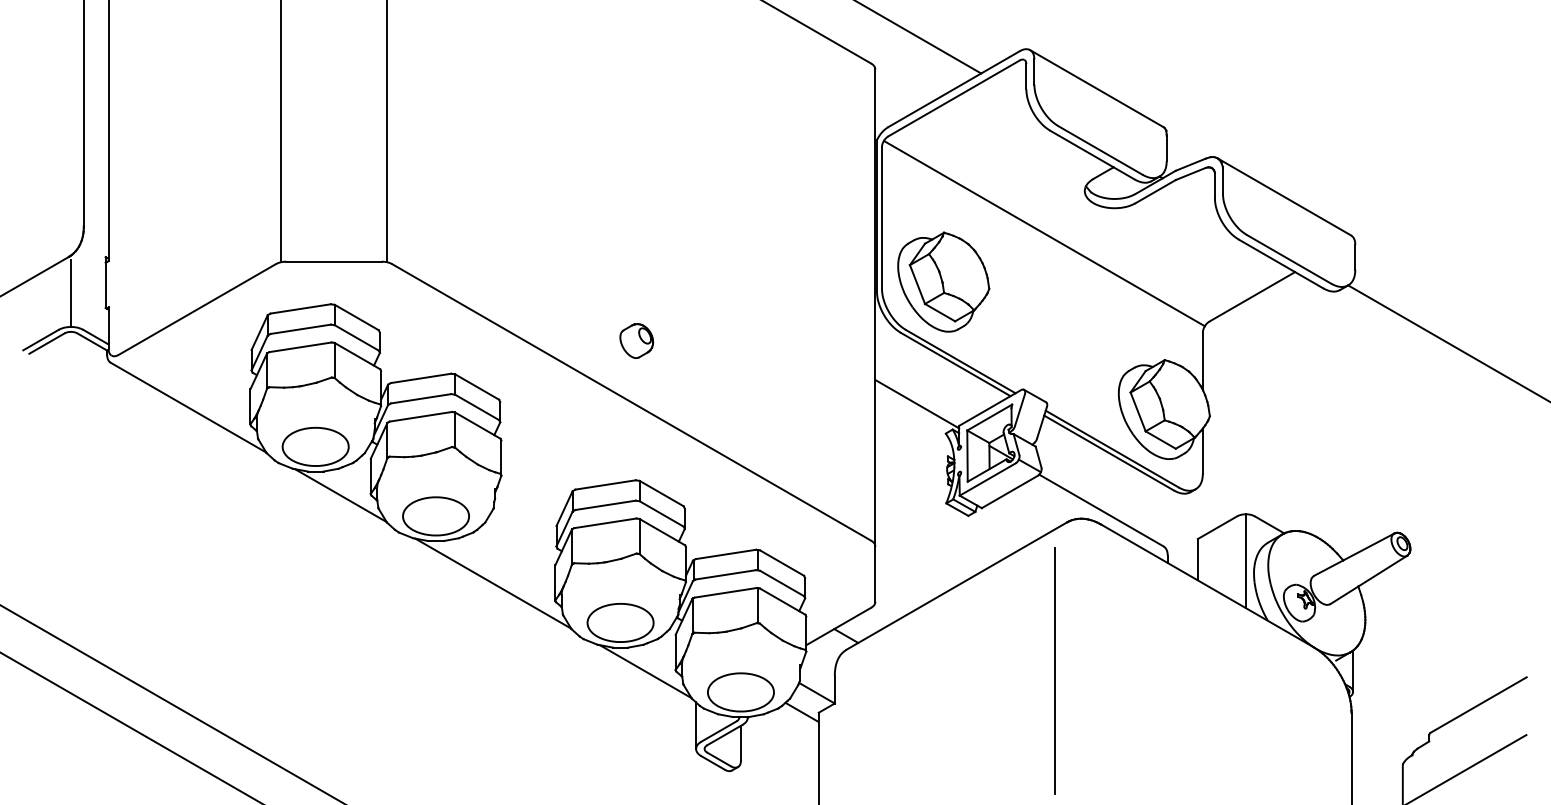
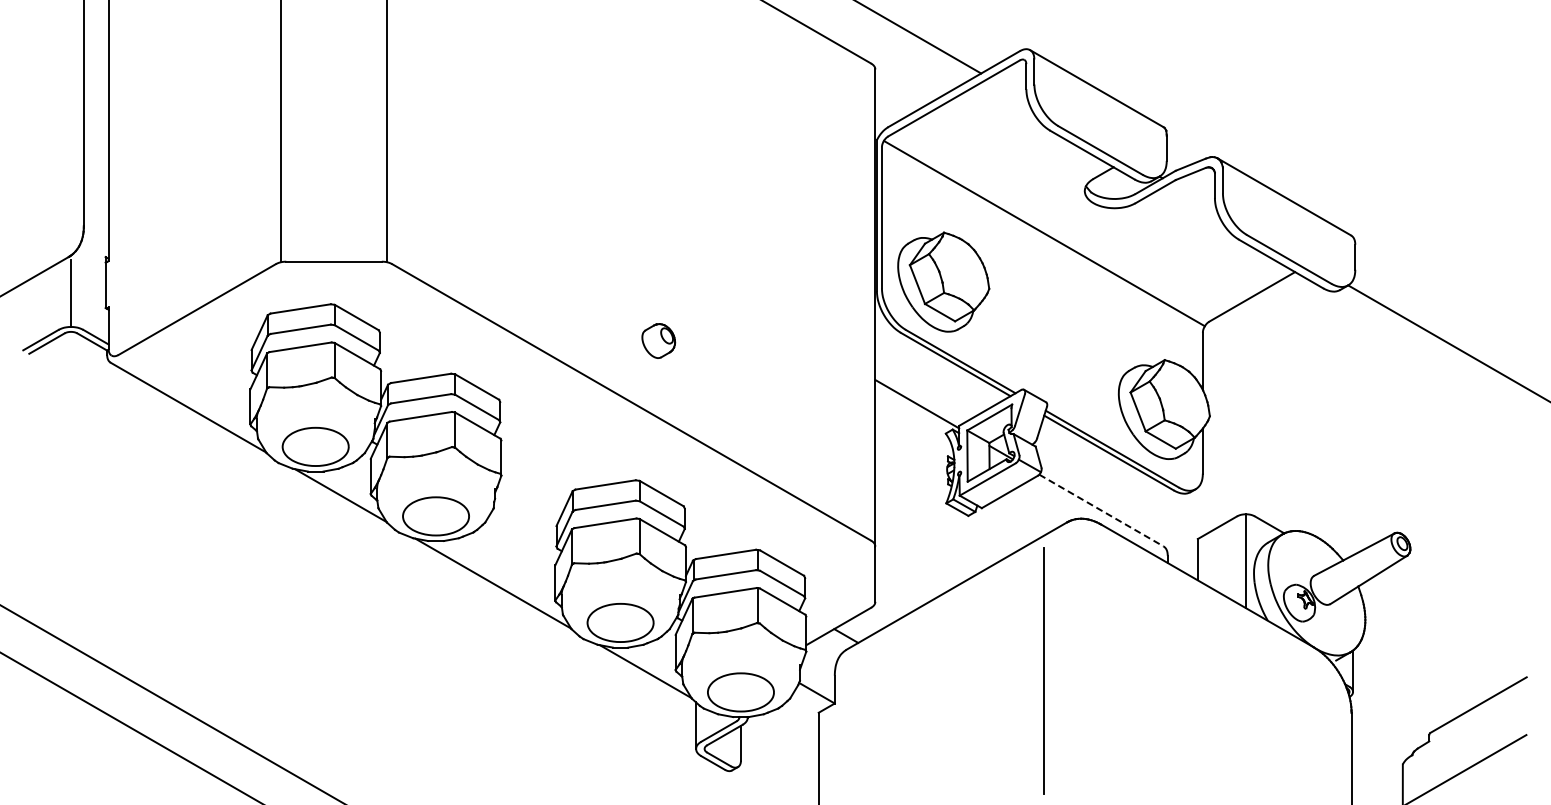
part at (636, 340) position: (636, 340) -> (658, 340)
line at (1101, 510): solid -> dashed
line at (1054, 670) position: (1054, 670) -> (1043, 670)
line at (801, 712): present -> none
